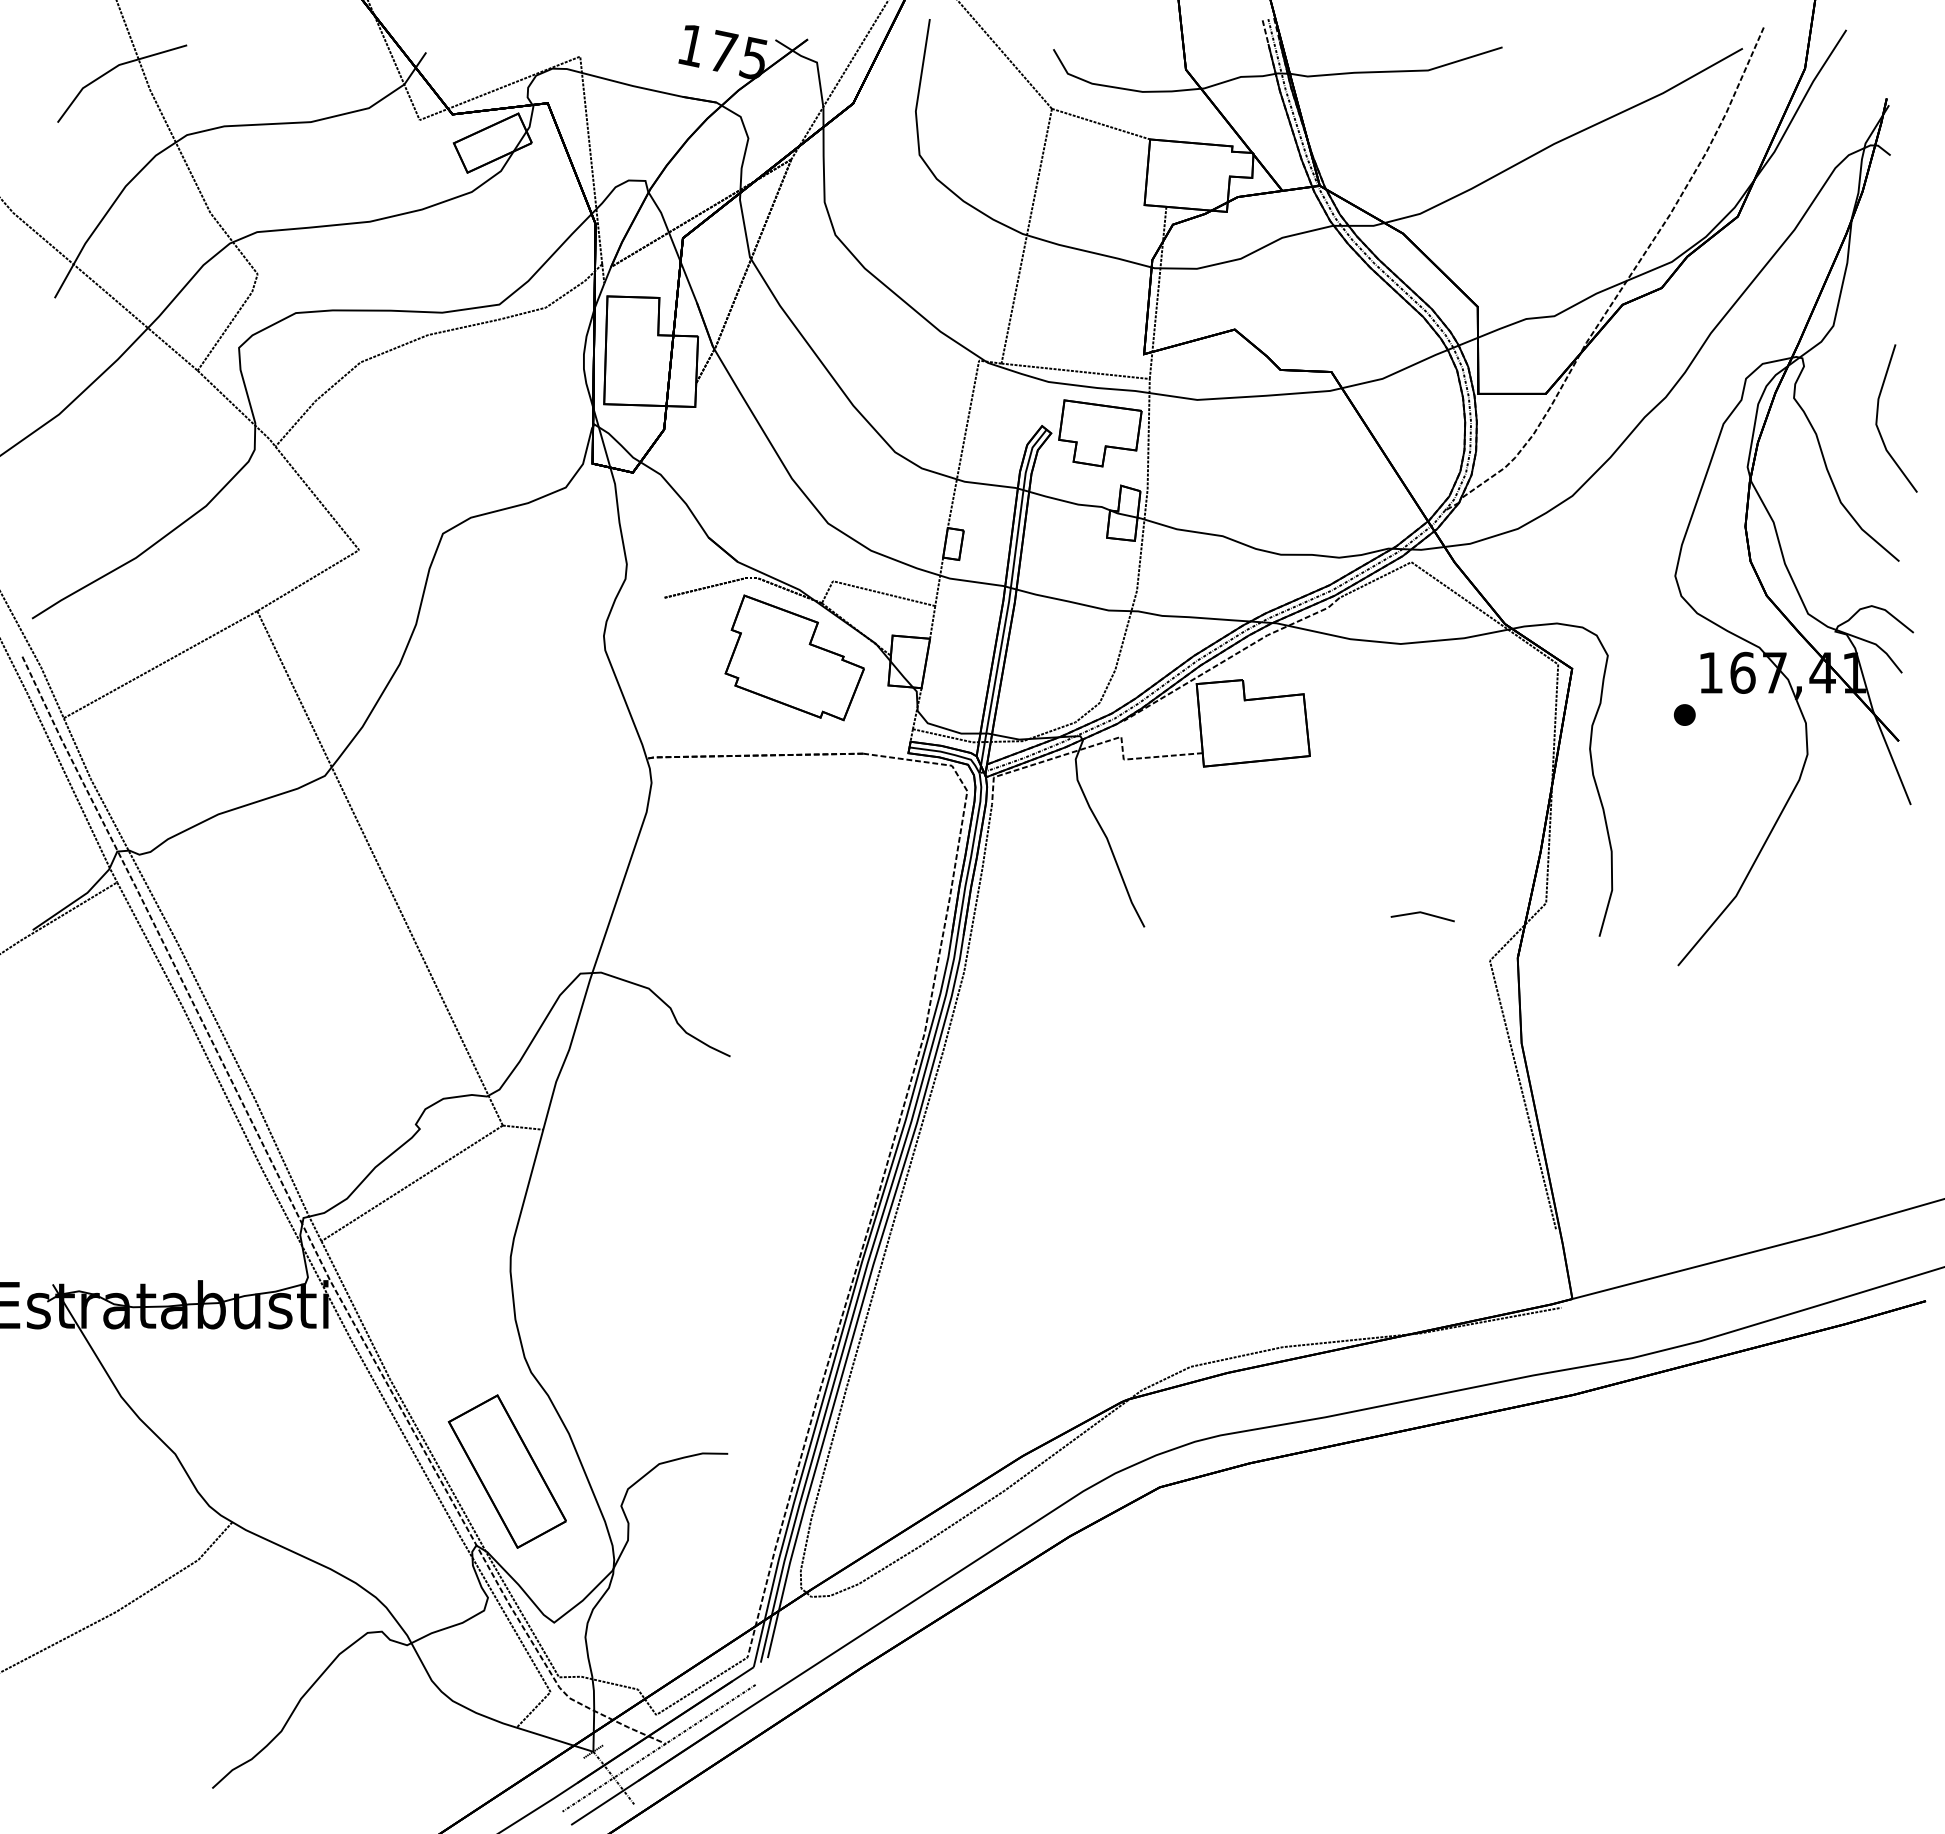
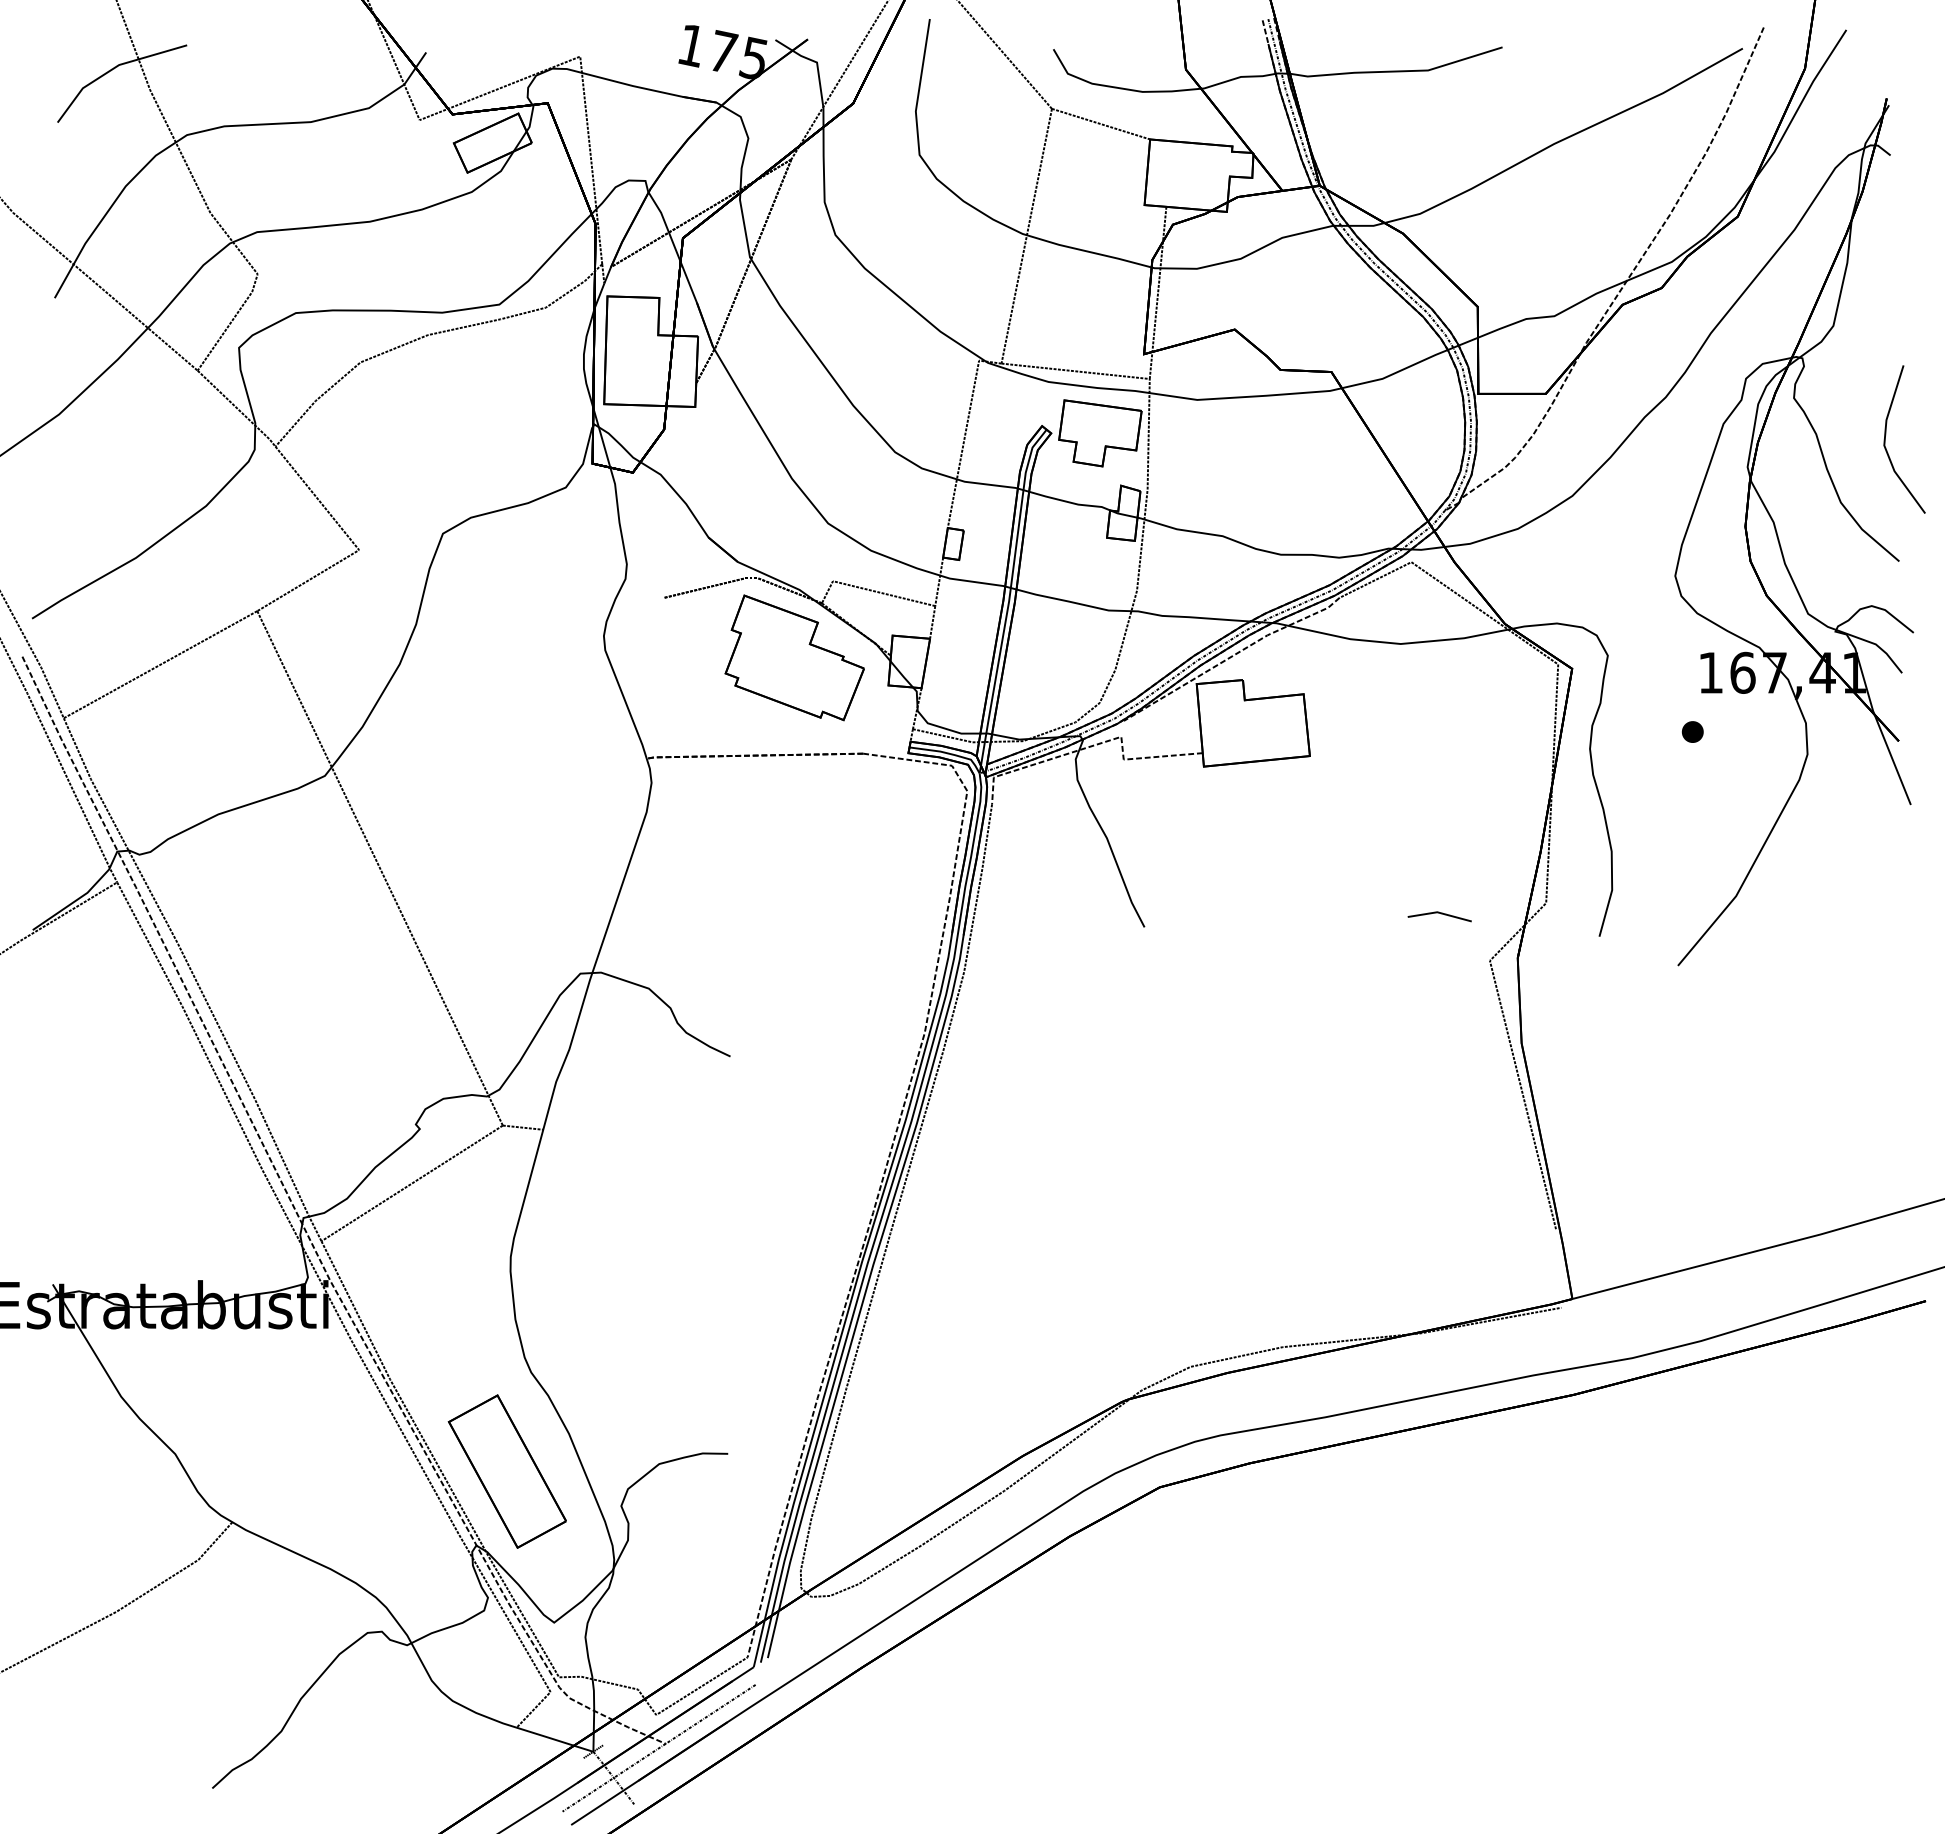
line at (1878, 414) position: (1878, 414) -> (1886, 435)
part at (1684, 714) position: (1684, 714) -> (1692, 731)
line at (1424, 914) position: (1424, 914) -> (1441, 914)
